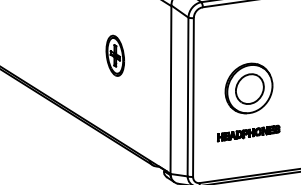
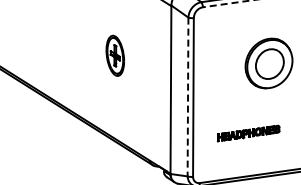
line at (228, 3): solid -> dashed
part at (248, 88) position: (248, 88) -> (268, 63)
line at (188, 97): solid -> dashed
